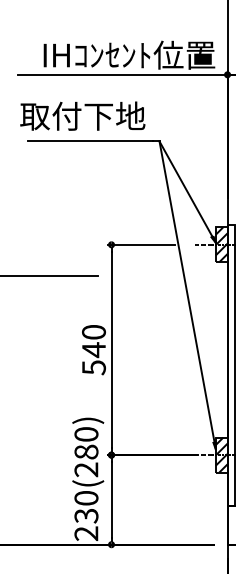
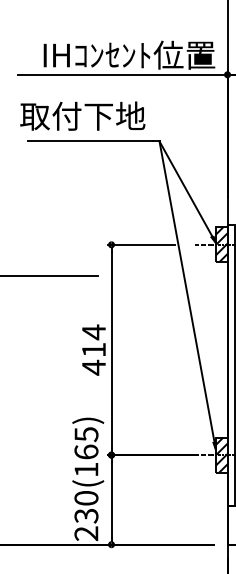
text at (93, 349): 540 -> 414
text at (86, 452): 230(280) -> 230(165)
